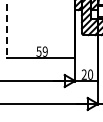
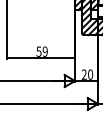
line at (7, 30): dashed -> solid
